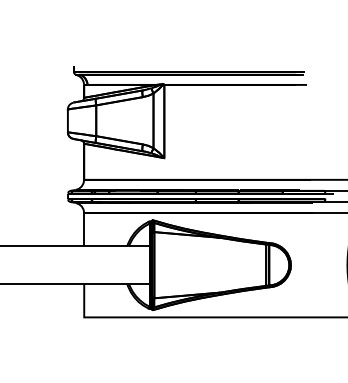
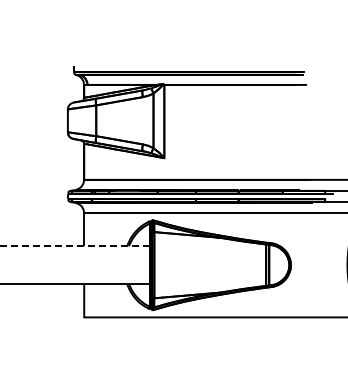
line at (75, 246): solid -> dashed
